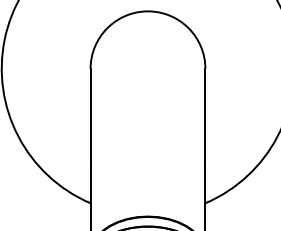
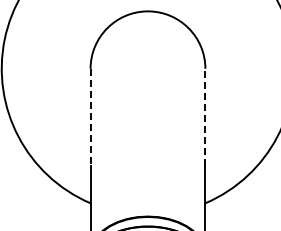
line at (205, 116): solid -> dashed
line at (90, 117): solid -> dashed
